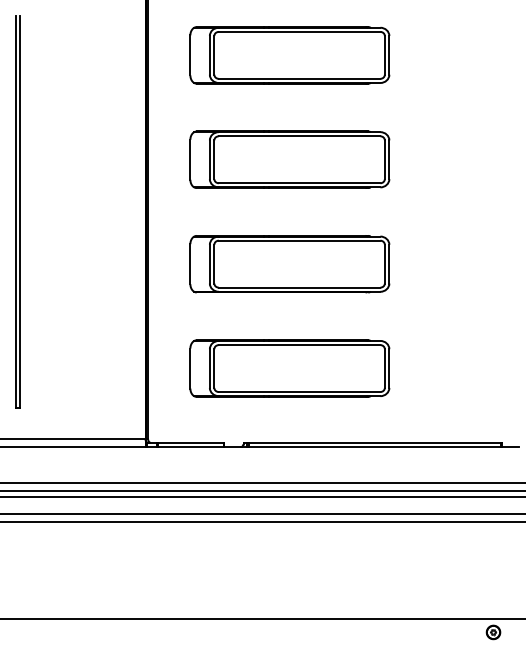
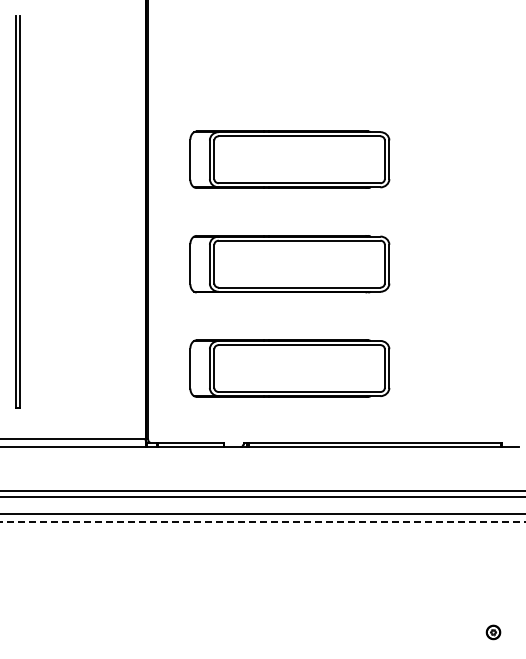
part at (289, 55): present -> none
line at (262, 482): present -> none
line at (262, 521): solid -> dashed
line at (262, 619): present -> none
